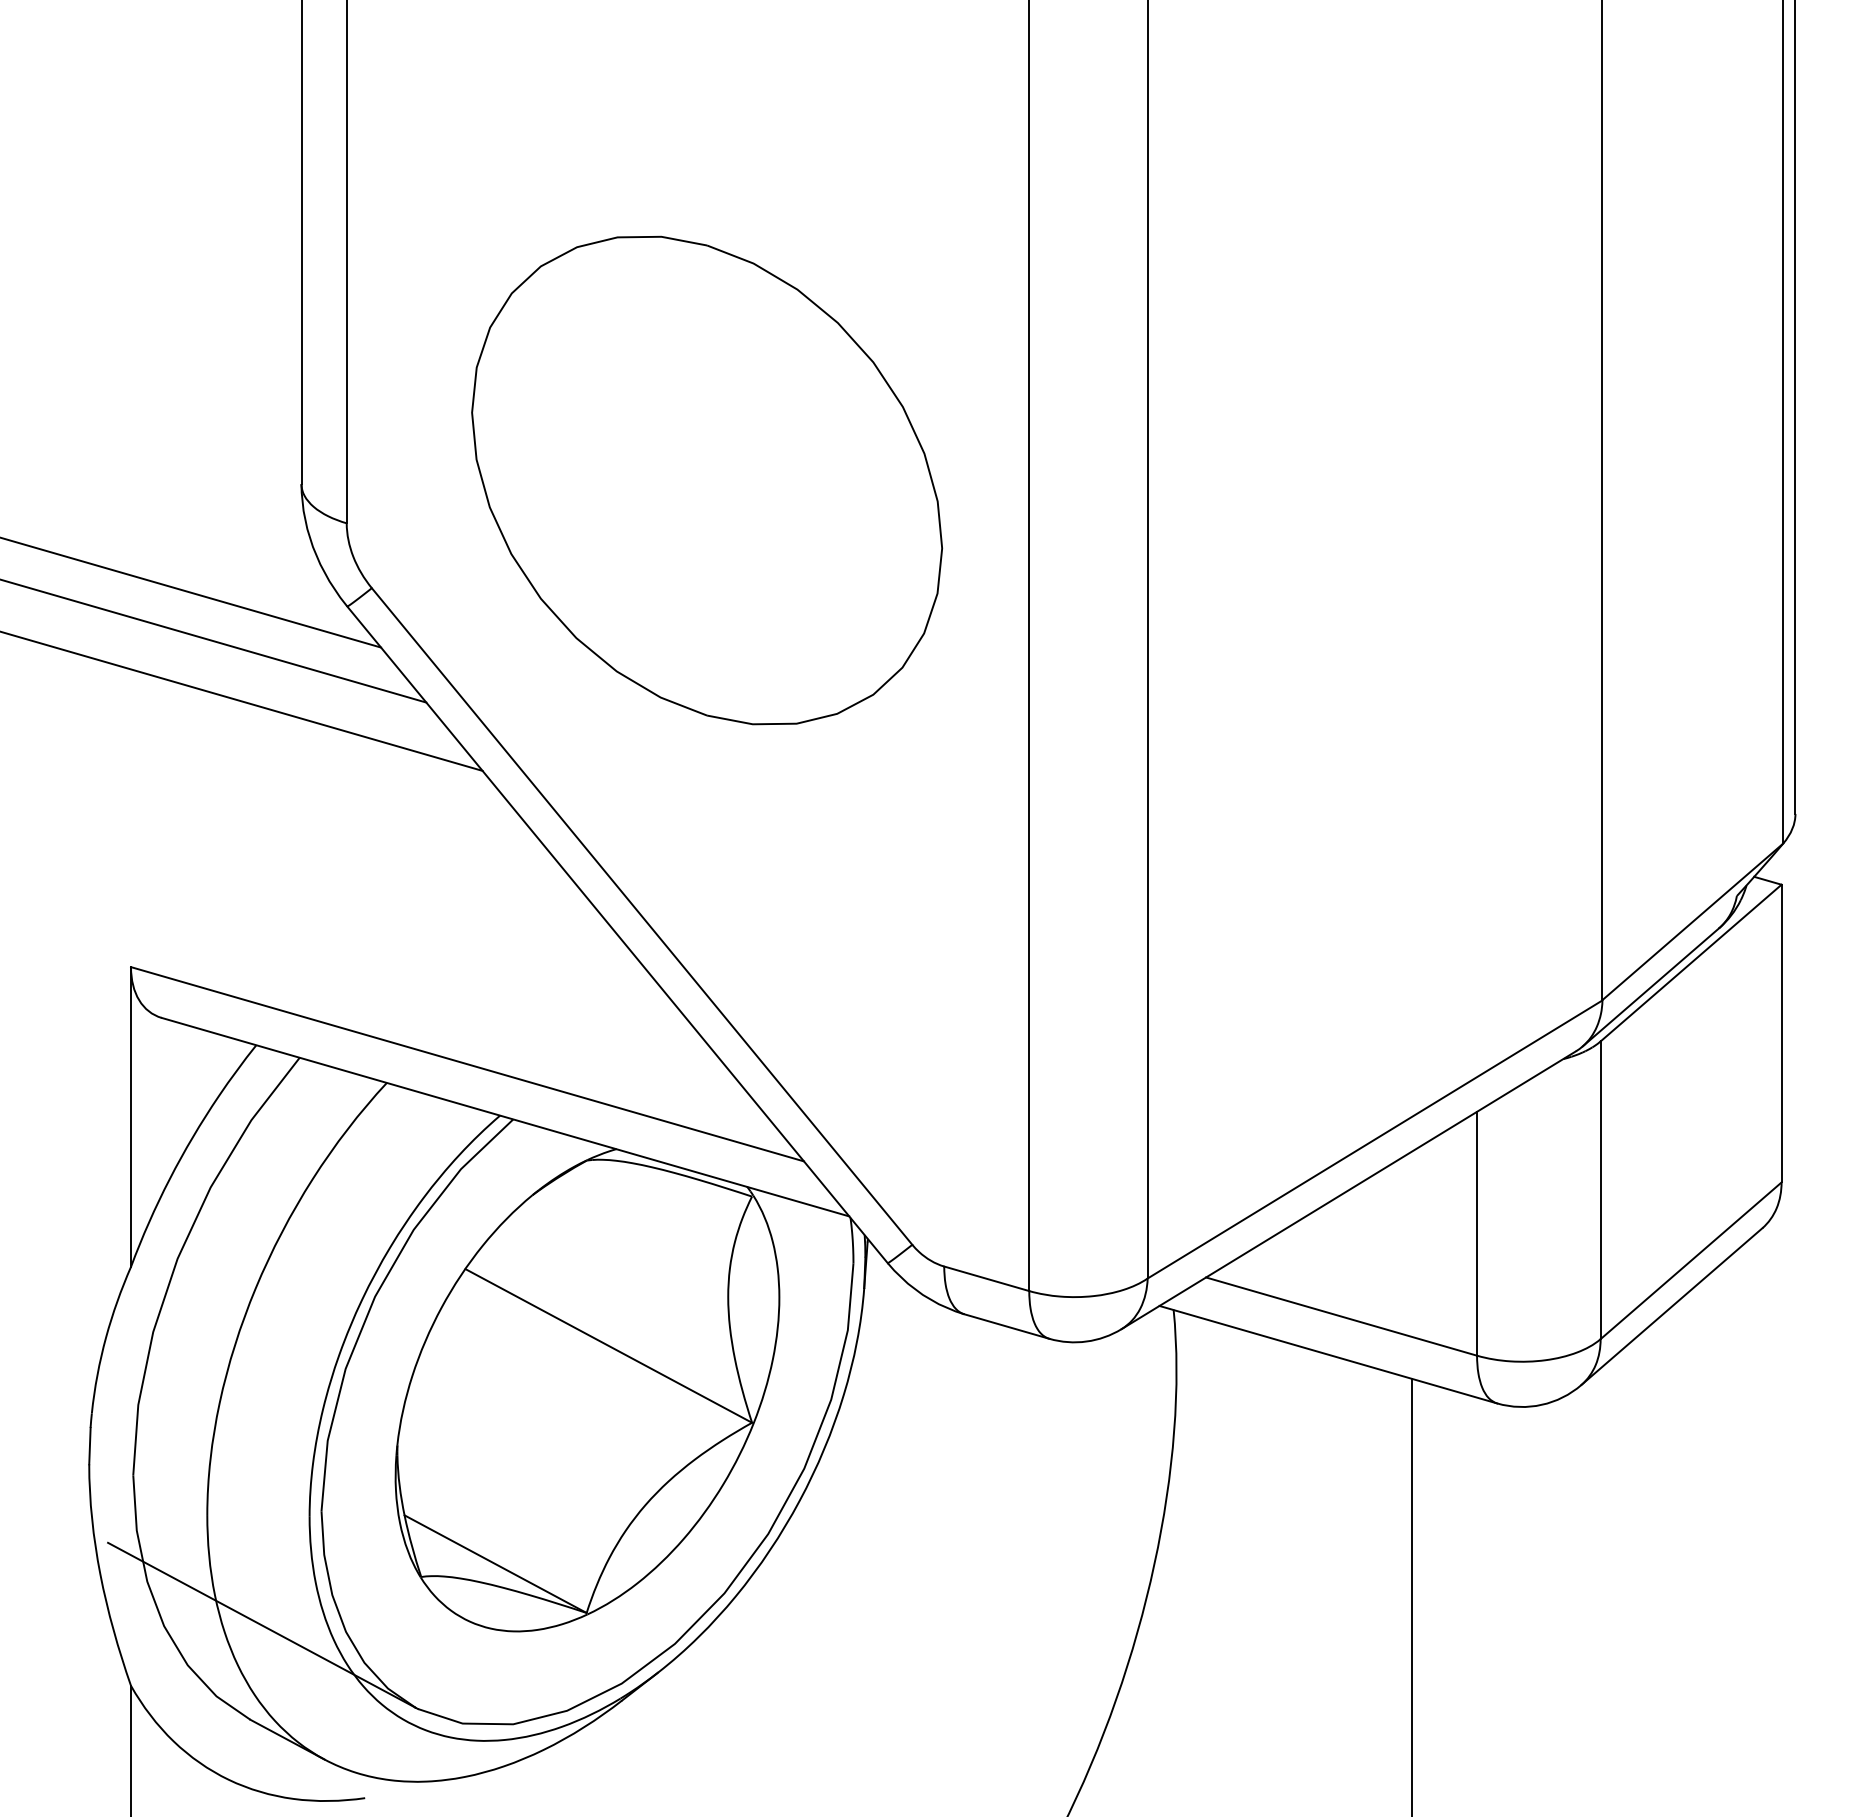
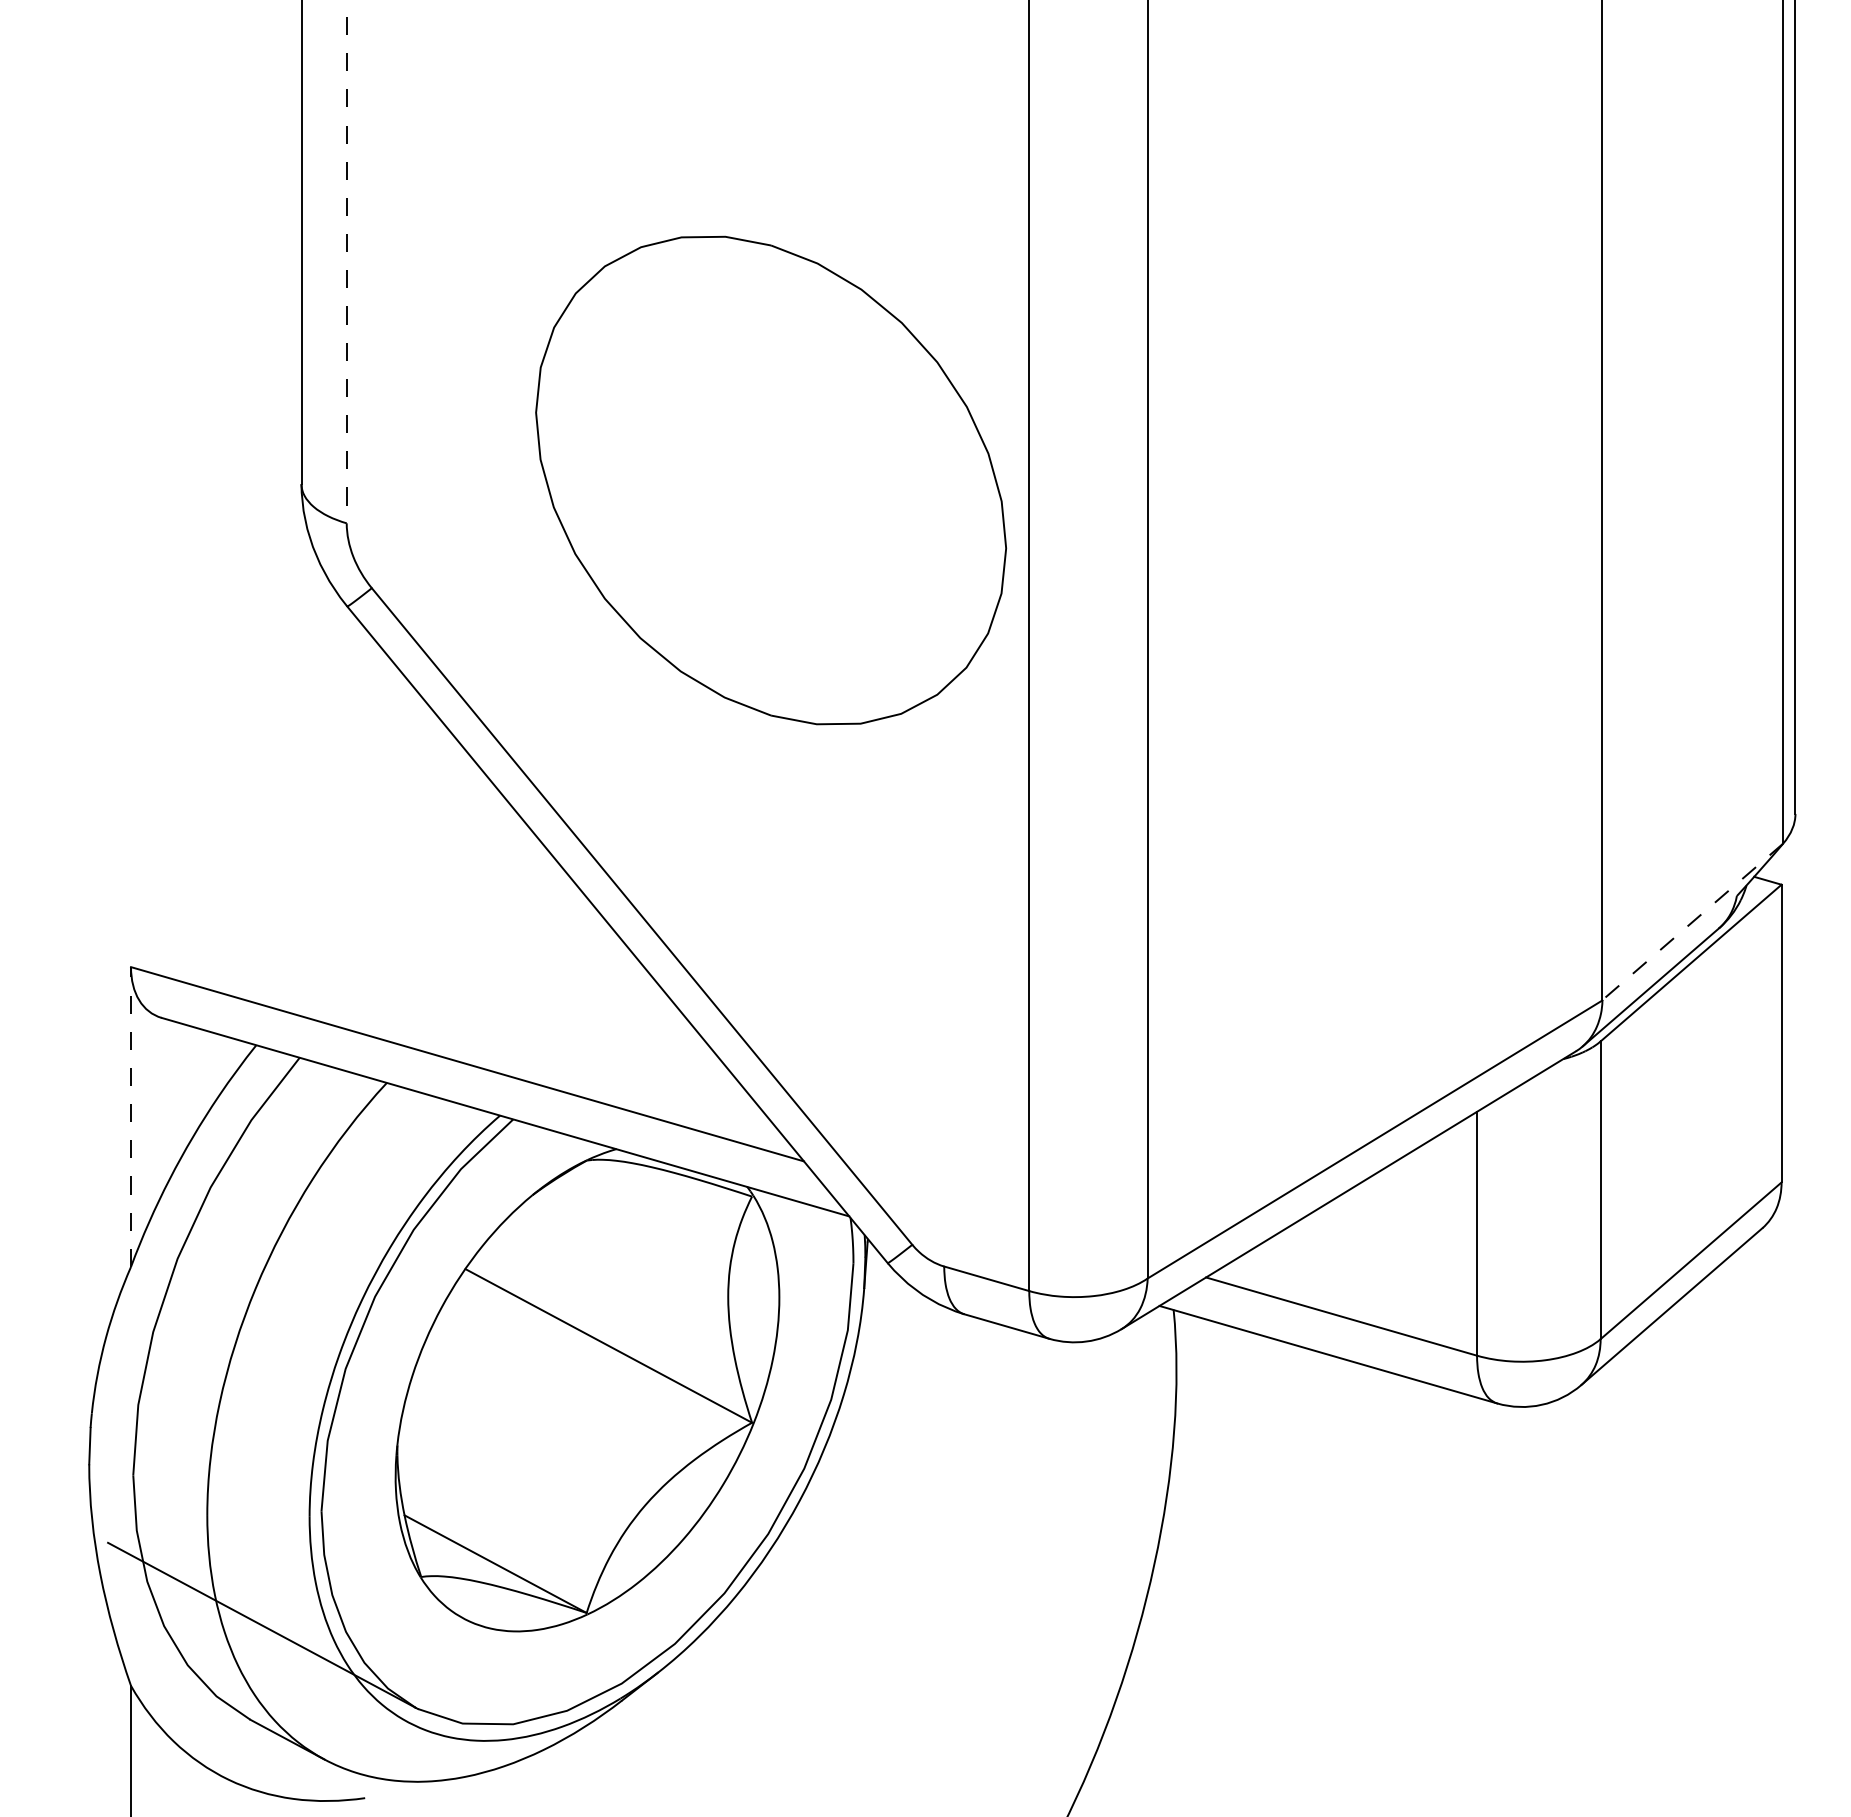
line at (346, 262): solid -> dashed
part at (707, 480) position: (707, 480) -> (771, 480)
line at (191, 592): present -> none
line at (214, 641): present -> none
line at (242, 701): present -> none
line at (1692, 921): solid -> dashed
line at (131, 1117): solid -> dashed
line at (1412, 1595): present -> none
